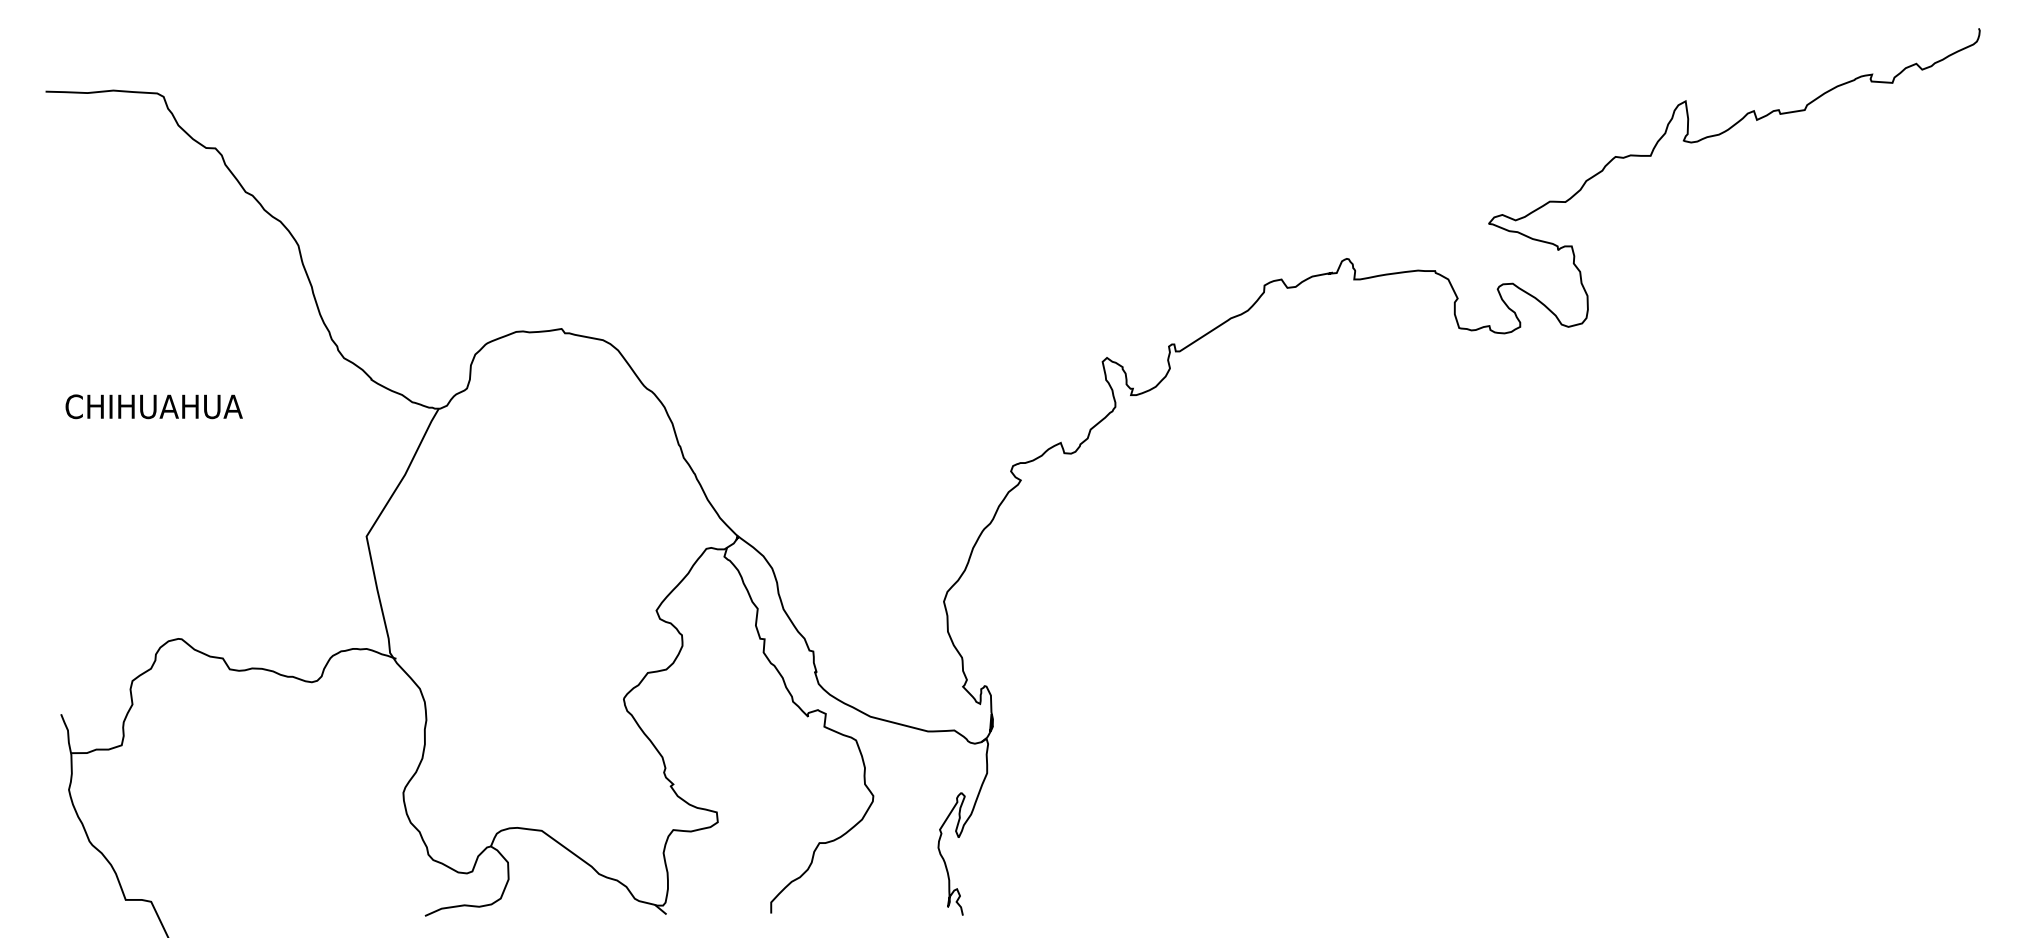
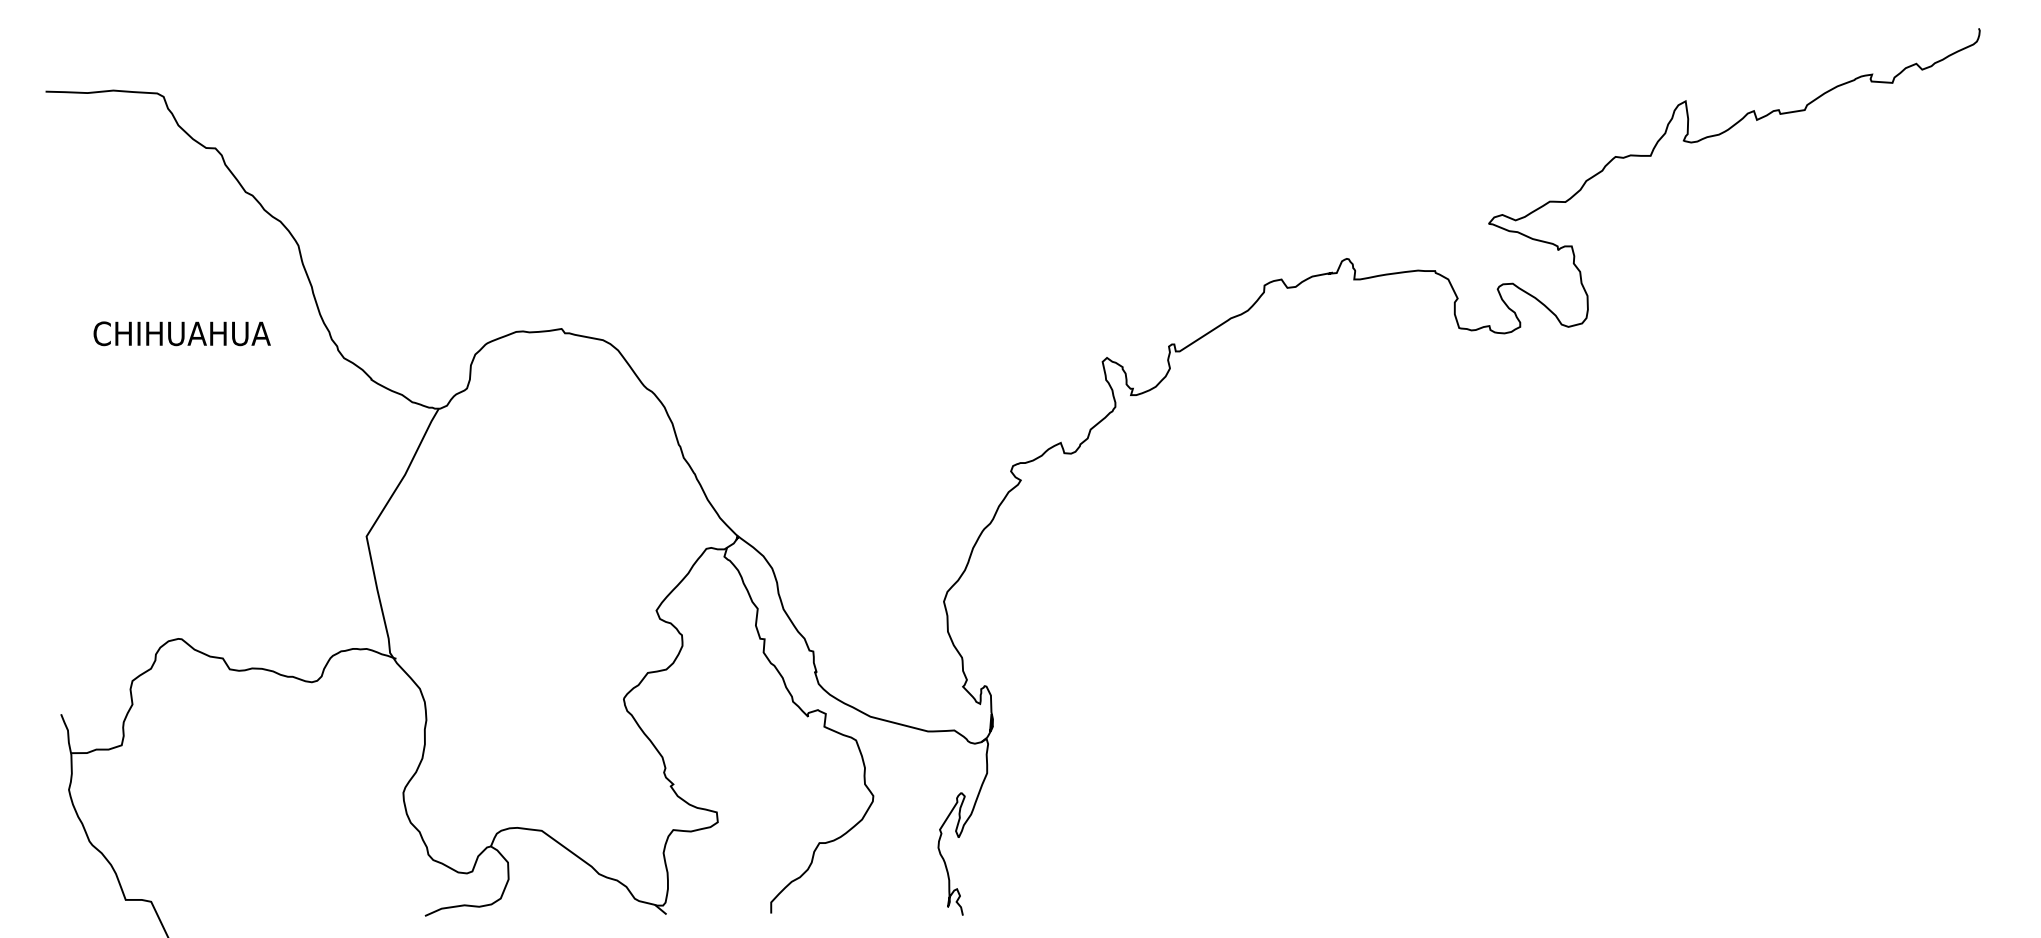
text at (153, 406) position: (153, 406) -> (181, 333)
